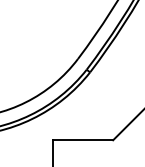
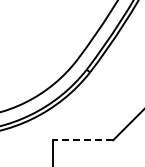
line at (83, 140): solid -> dashed
